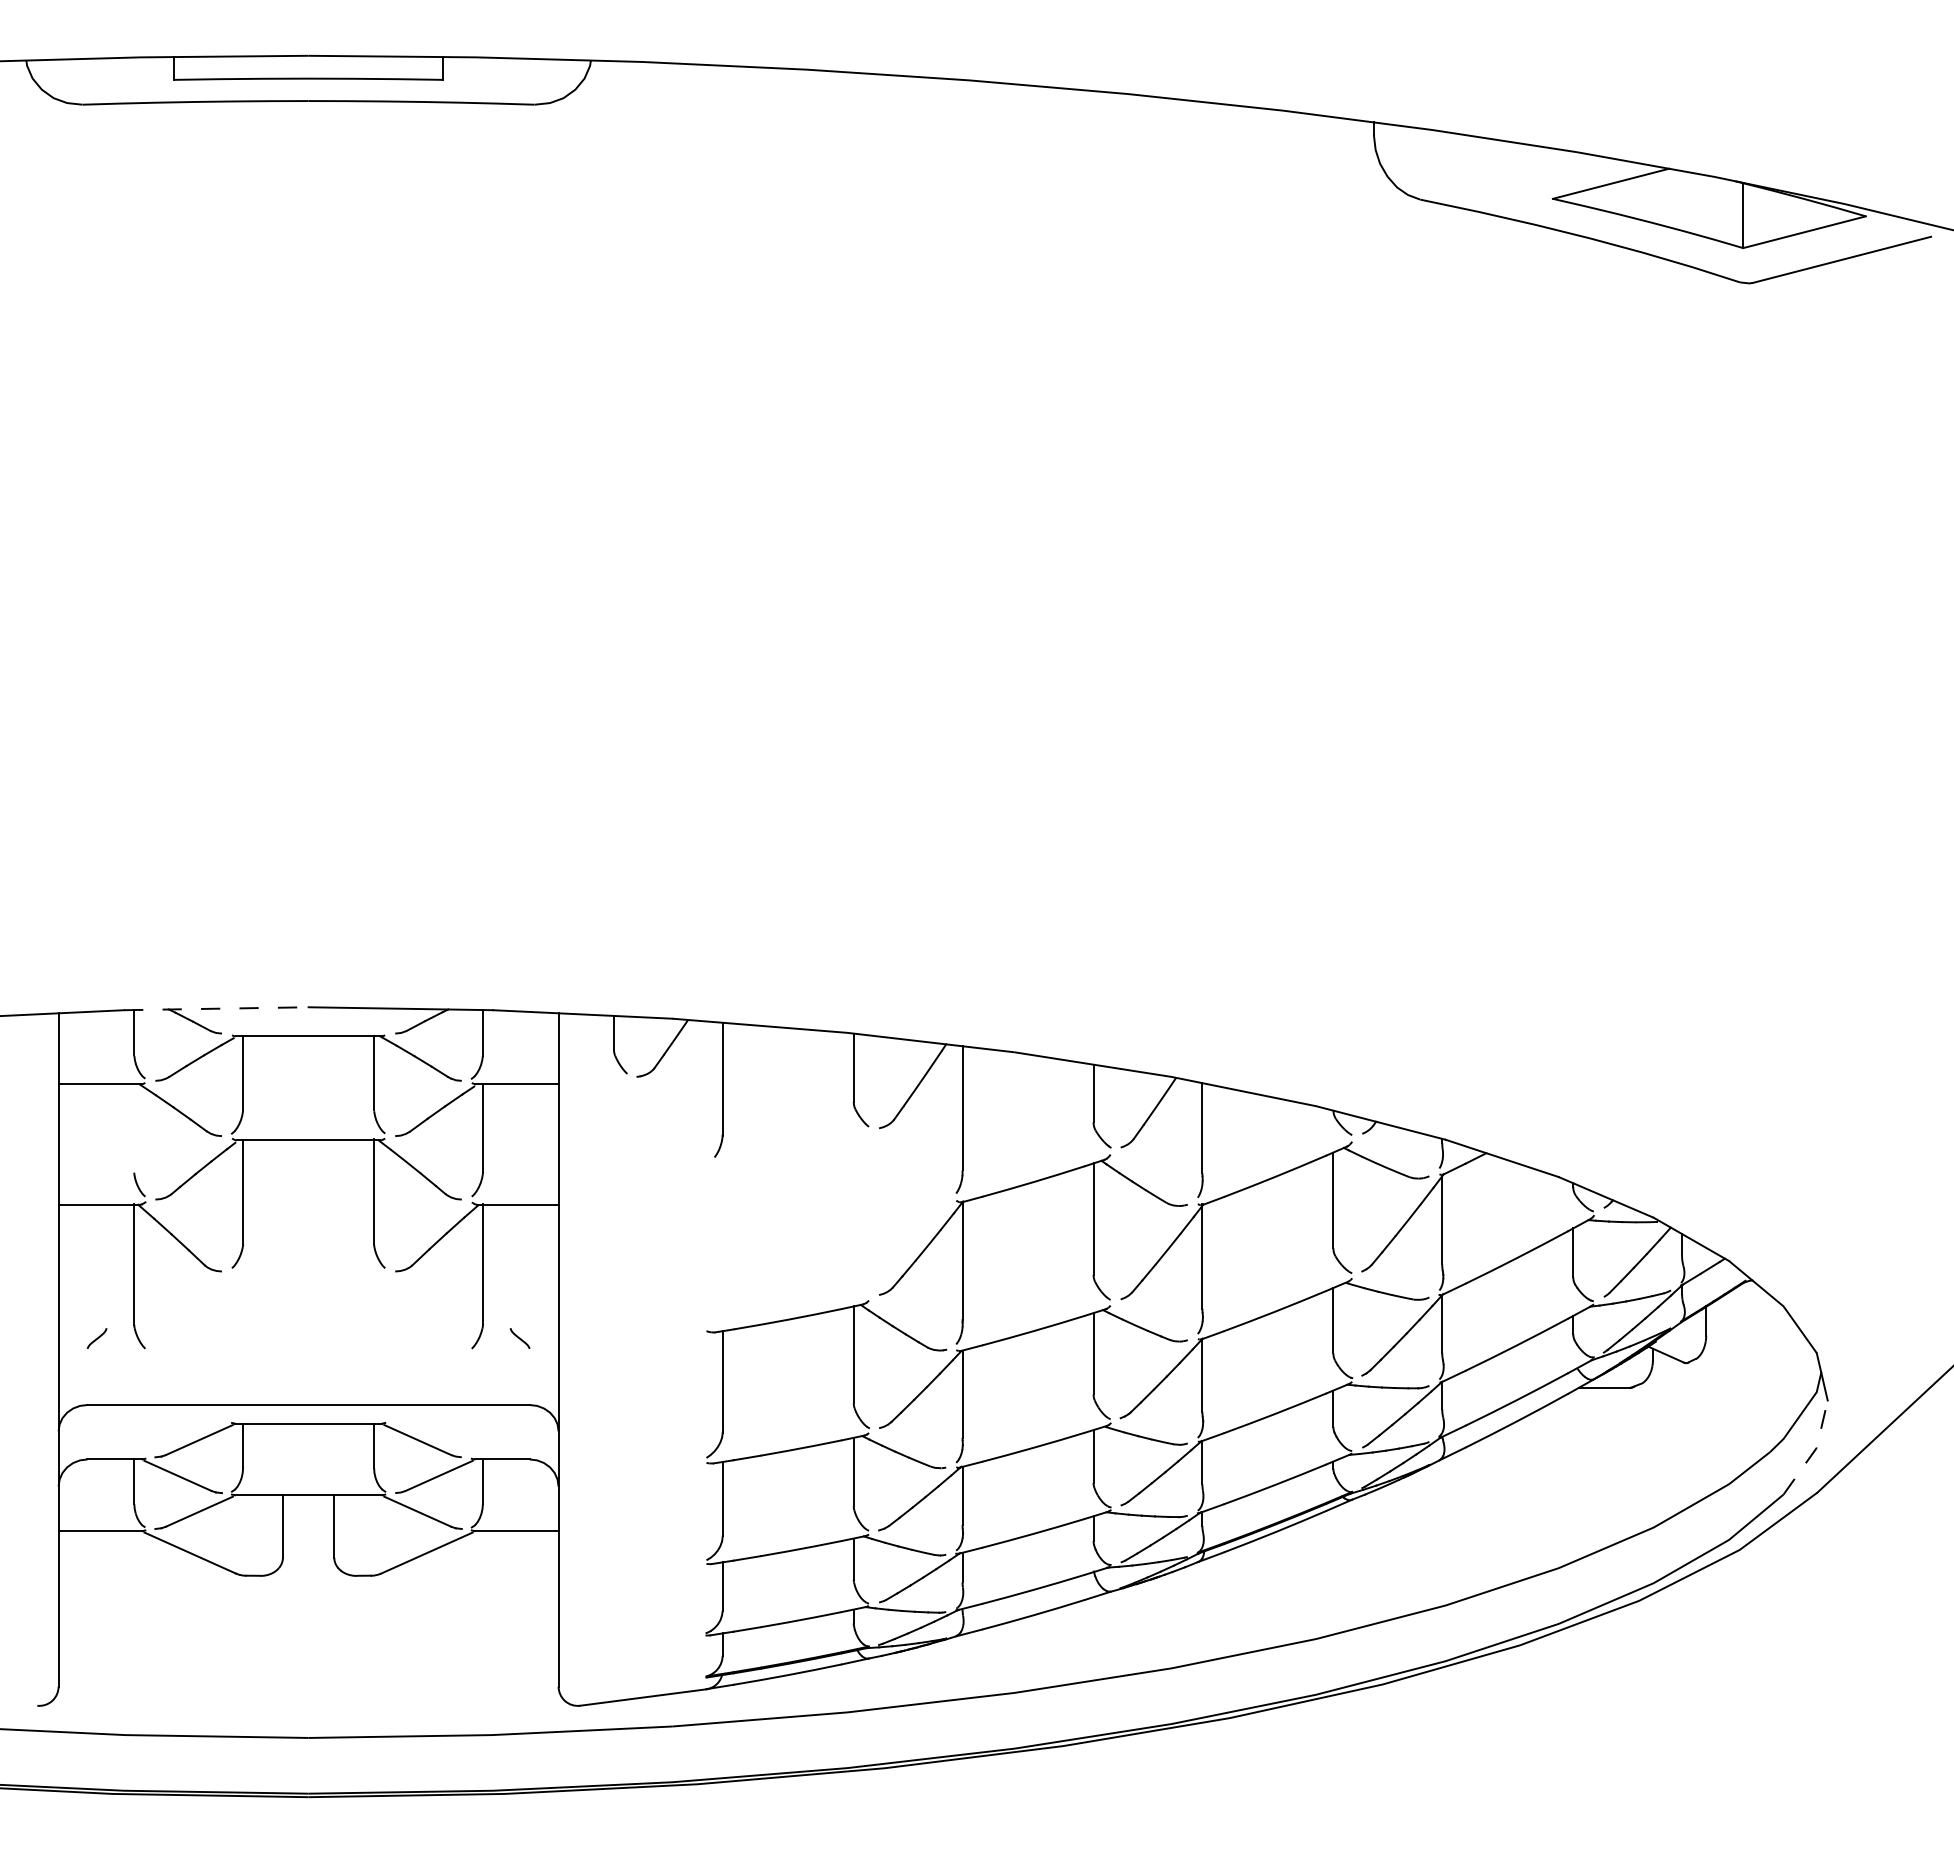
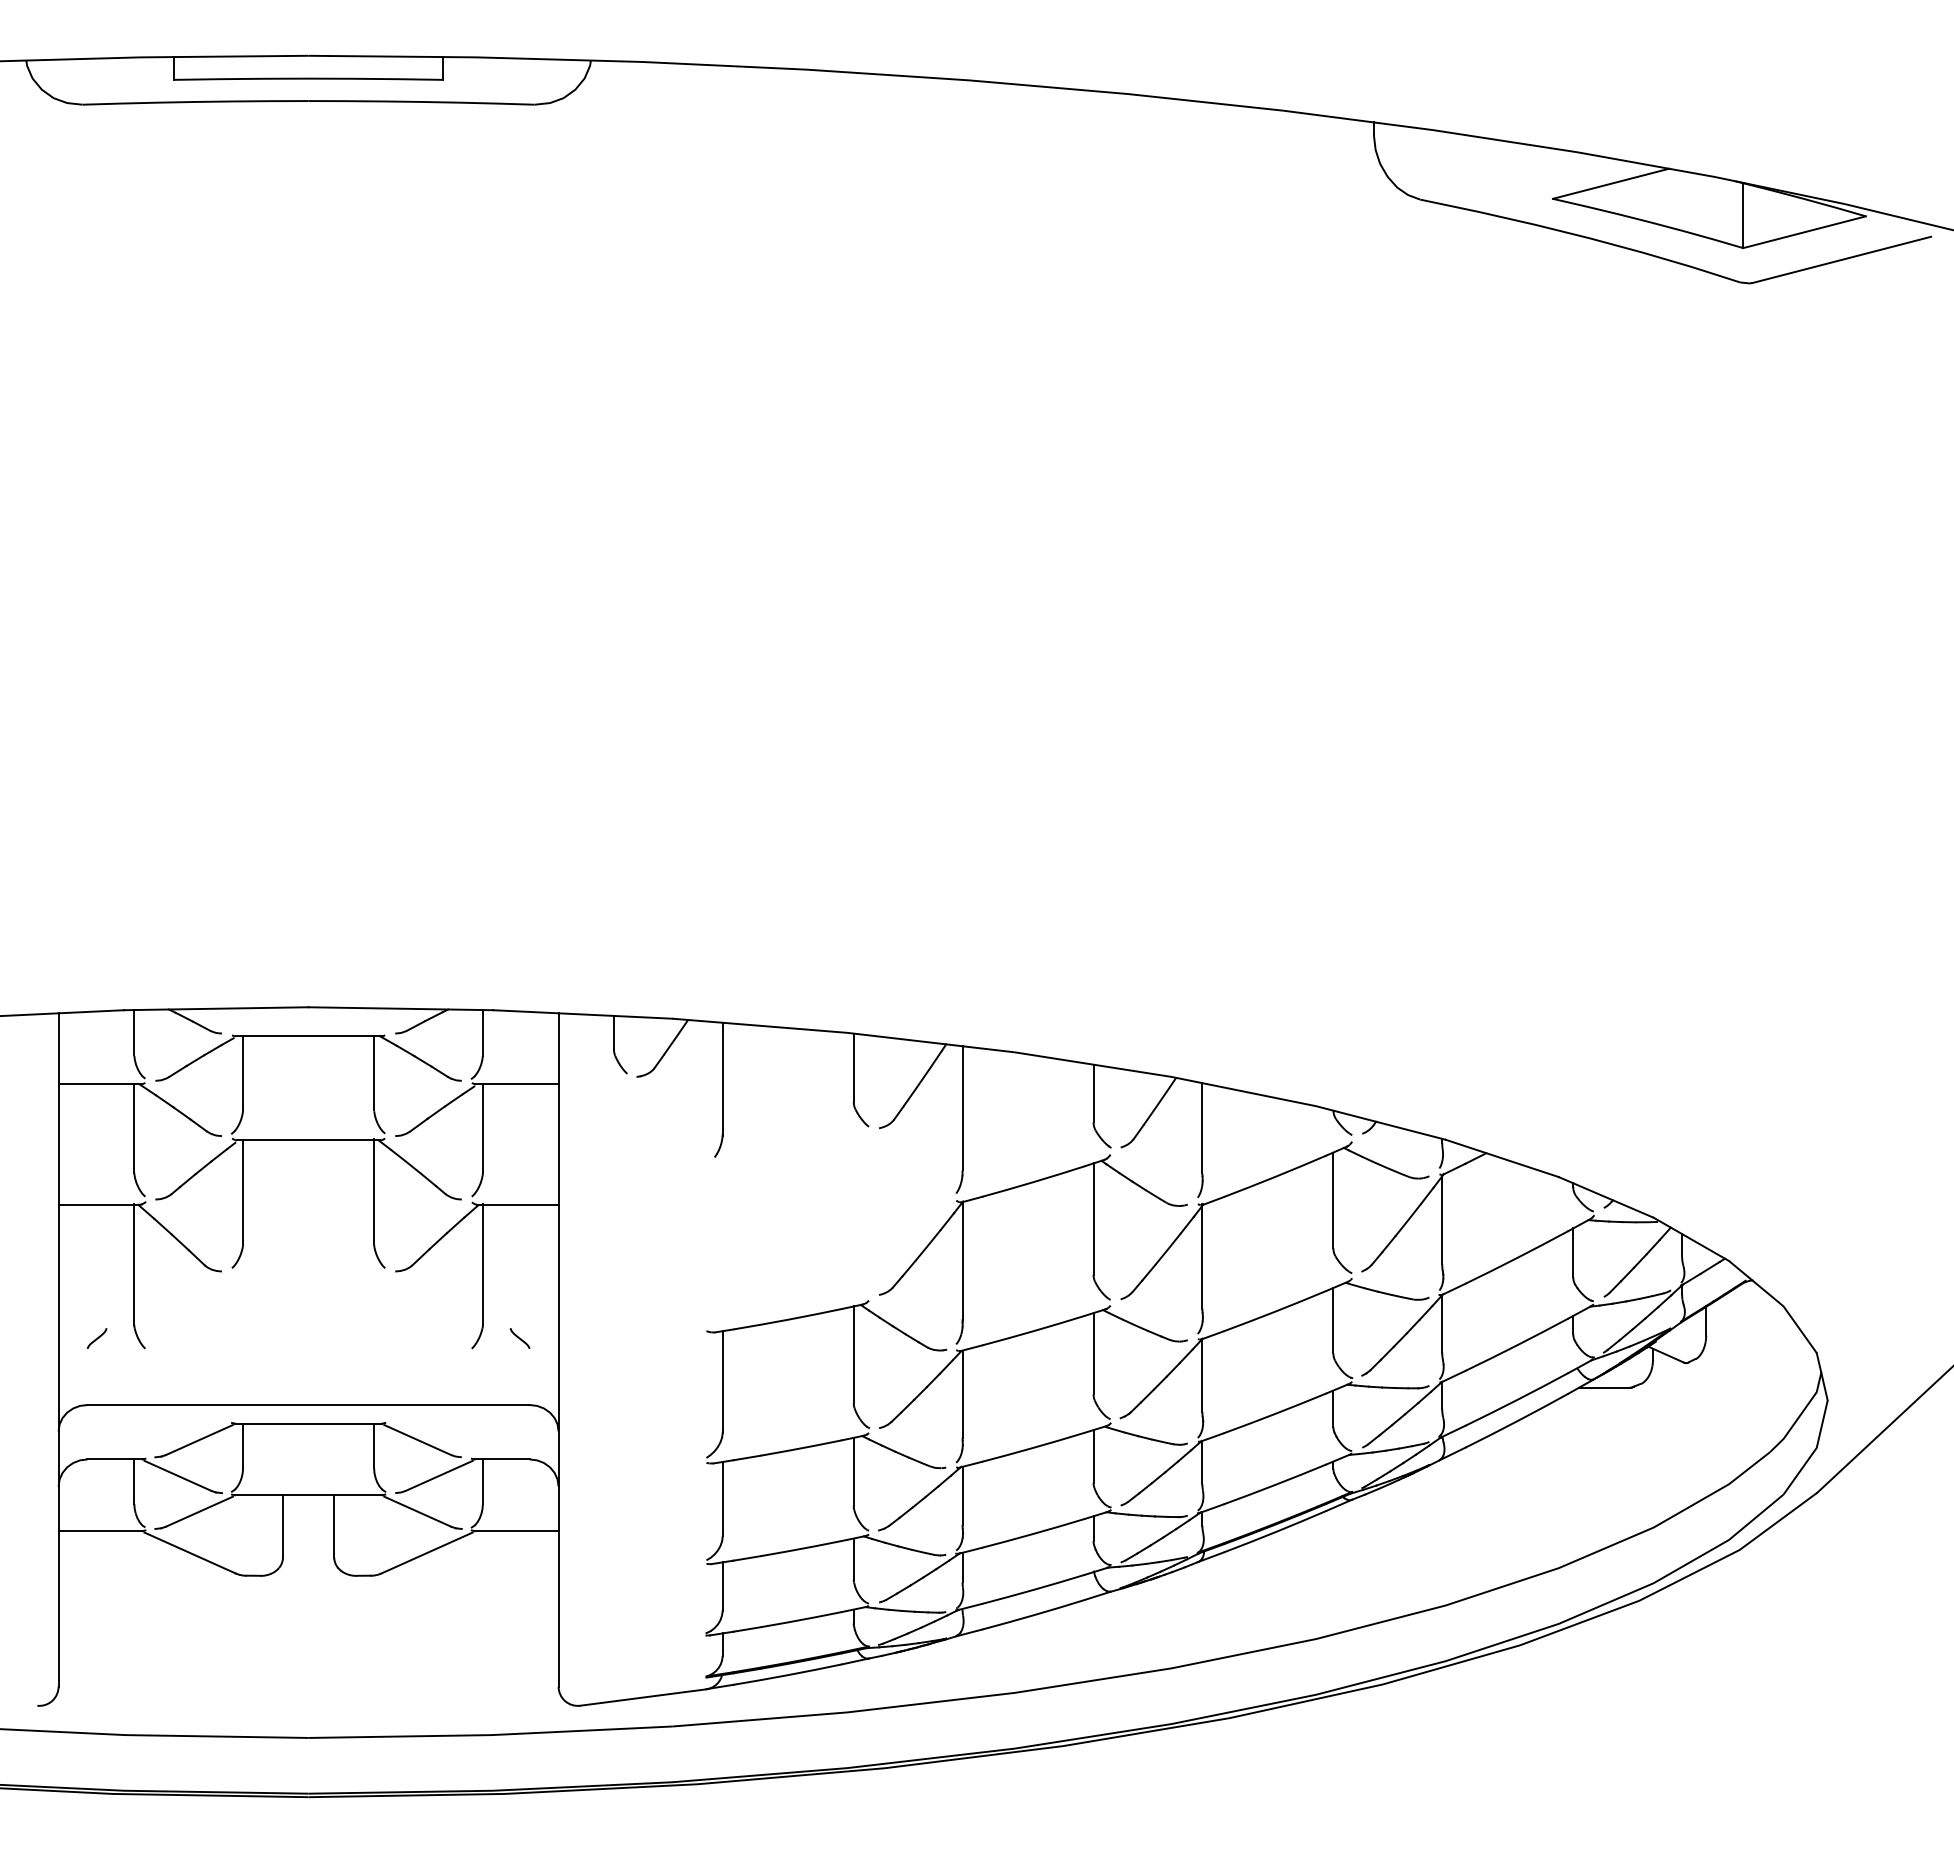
line at (216, 1008): dashed -> solid
line at (134, 1127): none -> present
line at (1814, 1451): dashed -> solid
